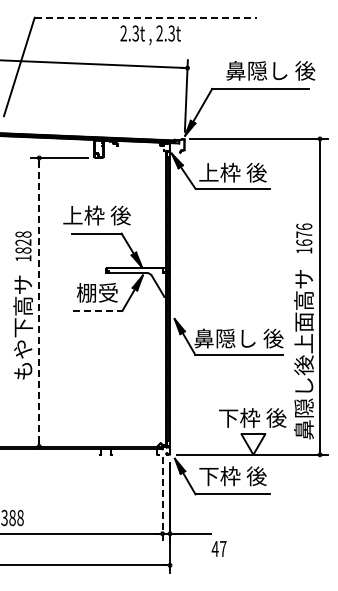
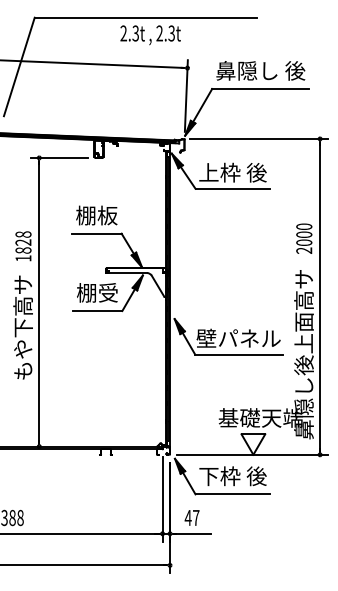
line at (145, 17): dashed -> solid
text at (270, 70) position: (270, 70) -> (260, 70)
text at (96, 215): 上枠 後 -> 棚板
text at (304, 238): 1676 -> 2000
line at (39, 301): dashed -> solid
line at (97, 311): dashed -> solid
text at (238, 338): 鼻隠し 後 -> 壁パネル
text at (260, 417): 下枠 後 -> 基礎天端
line at (162, 499): dashed -> solid
text at (218, 548) position: (218, 548) -> (191, 517)
